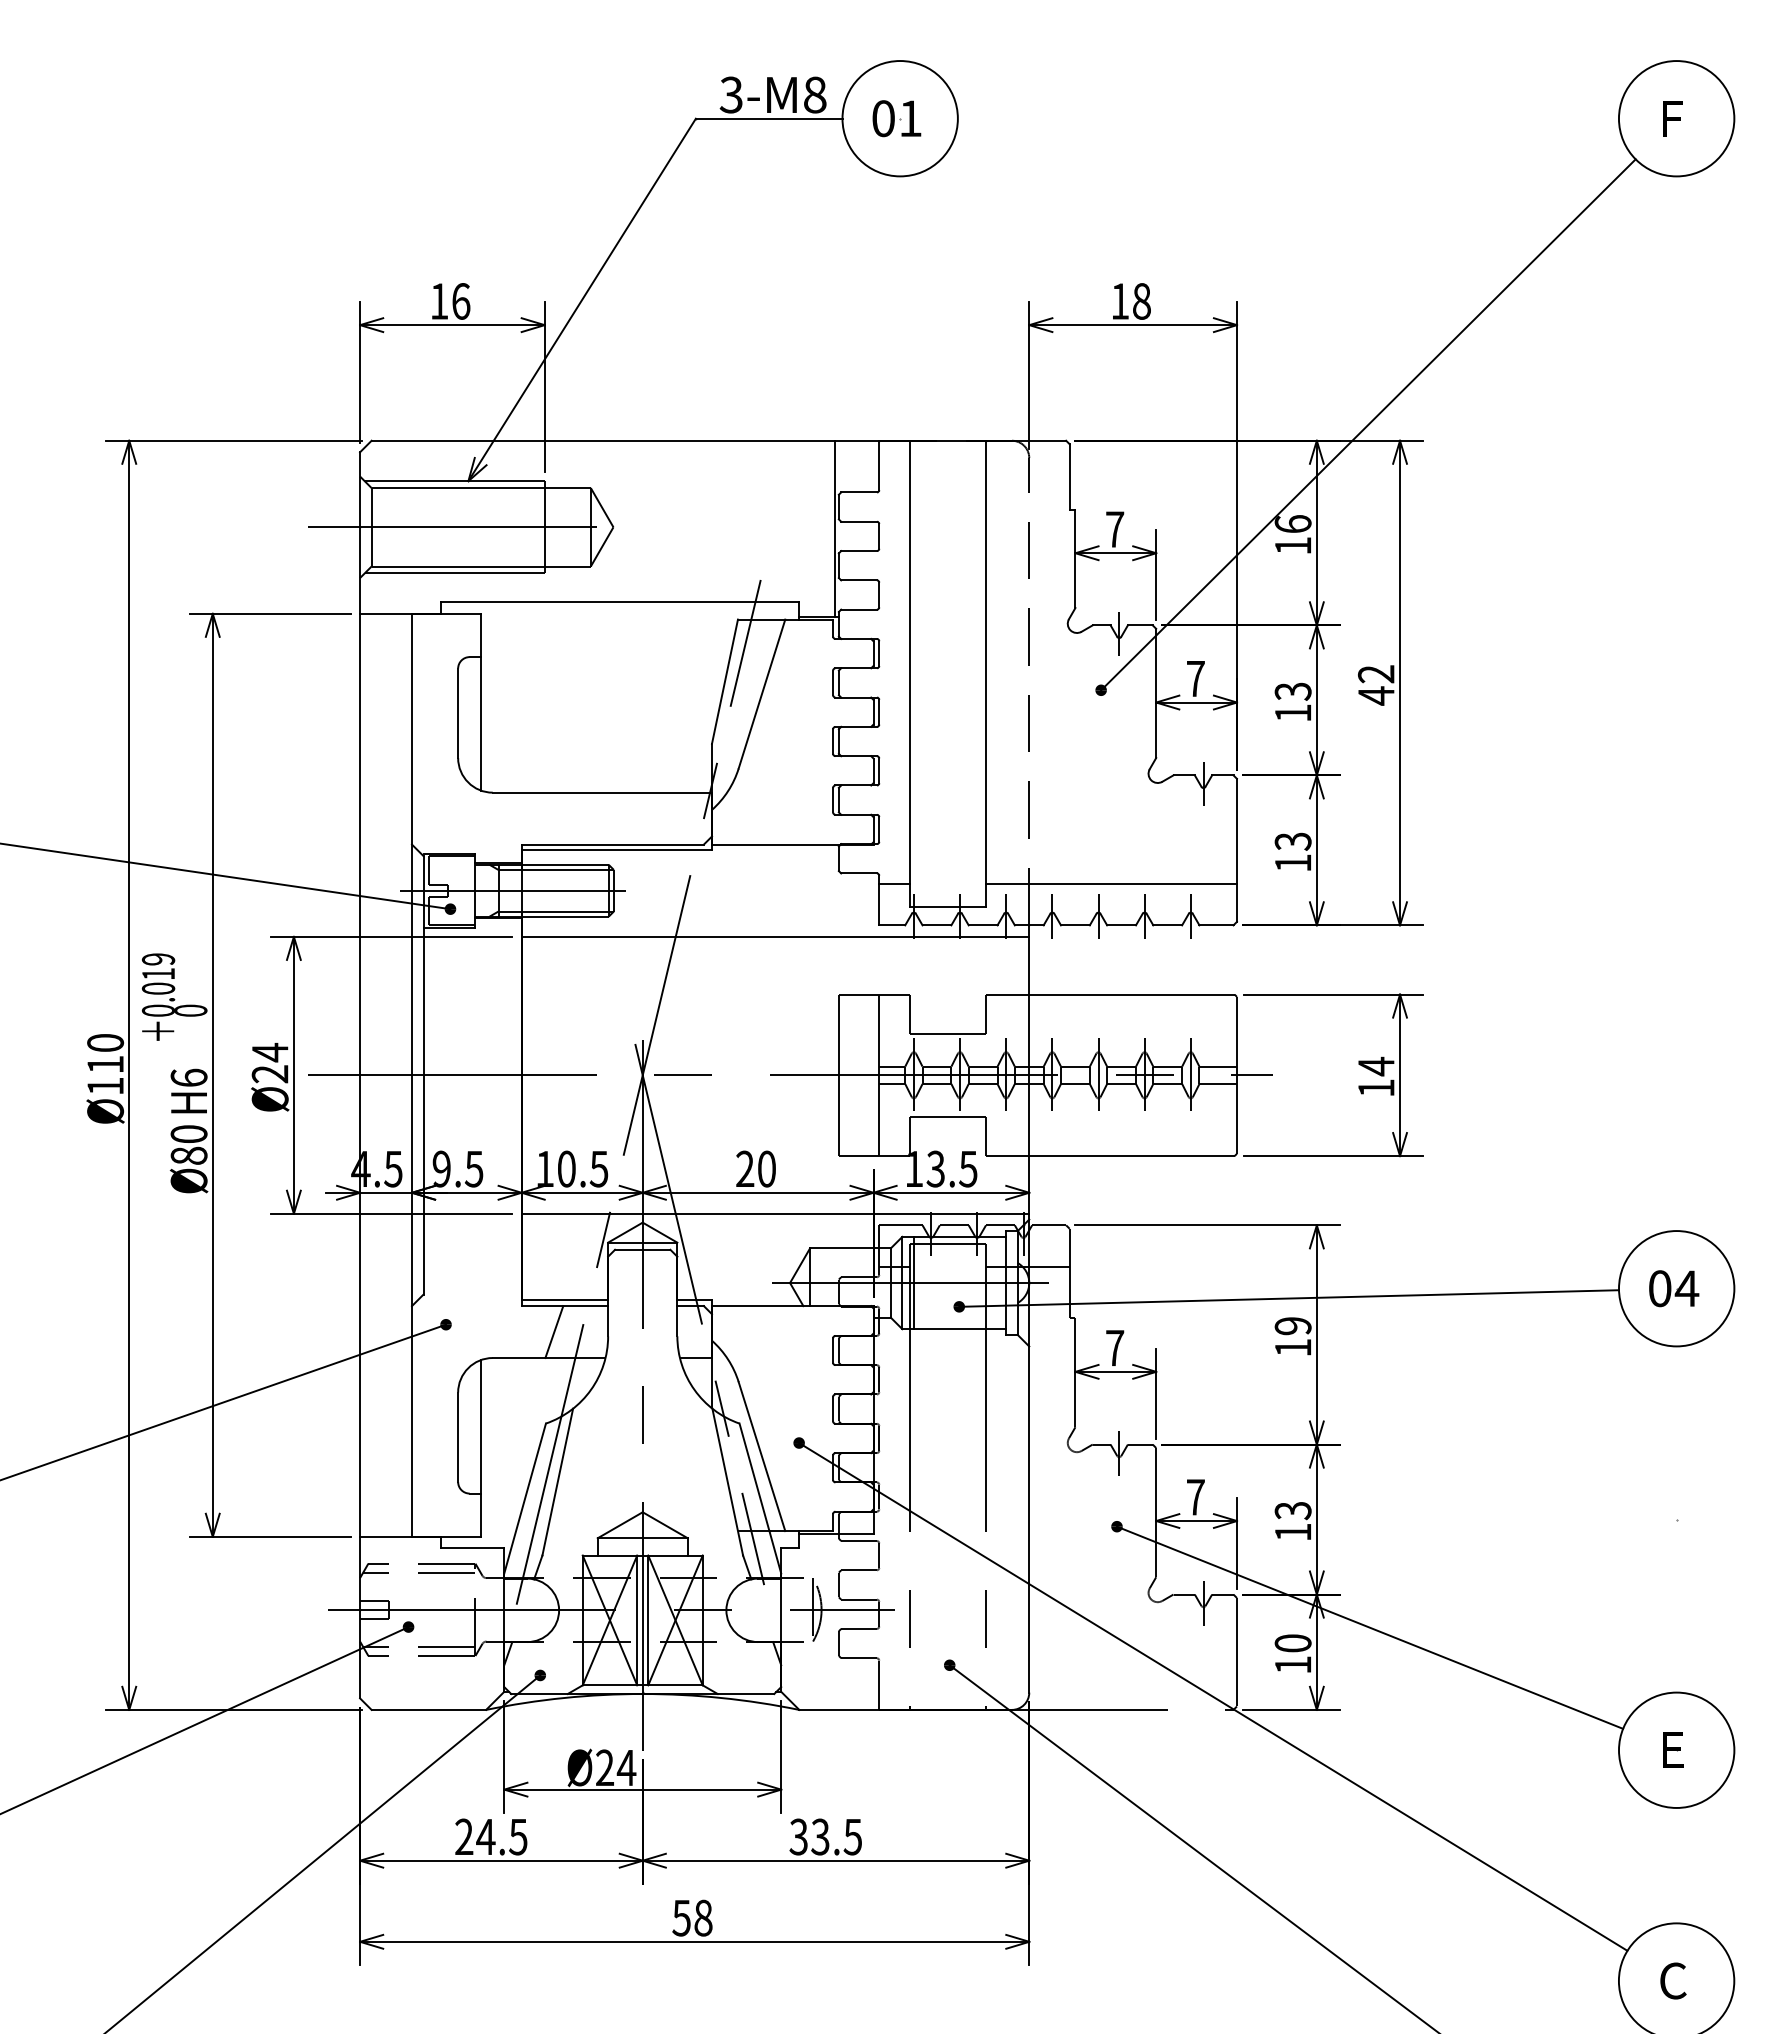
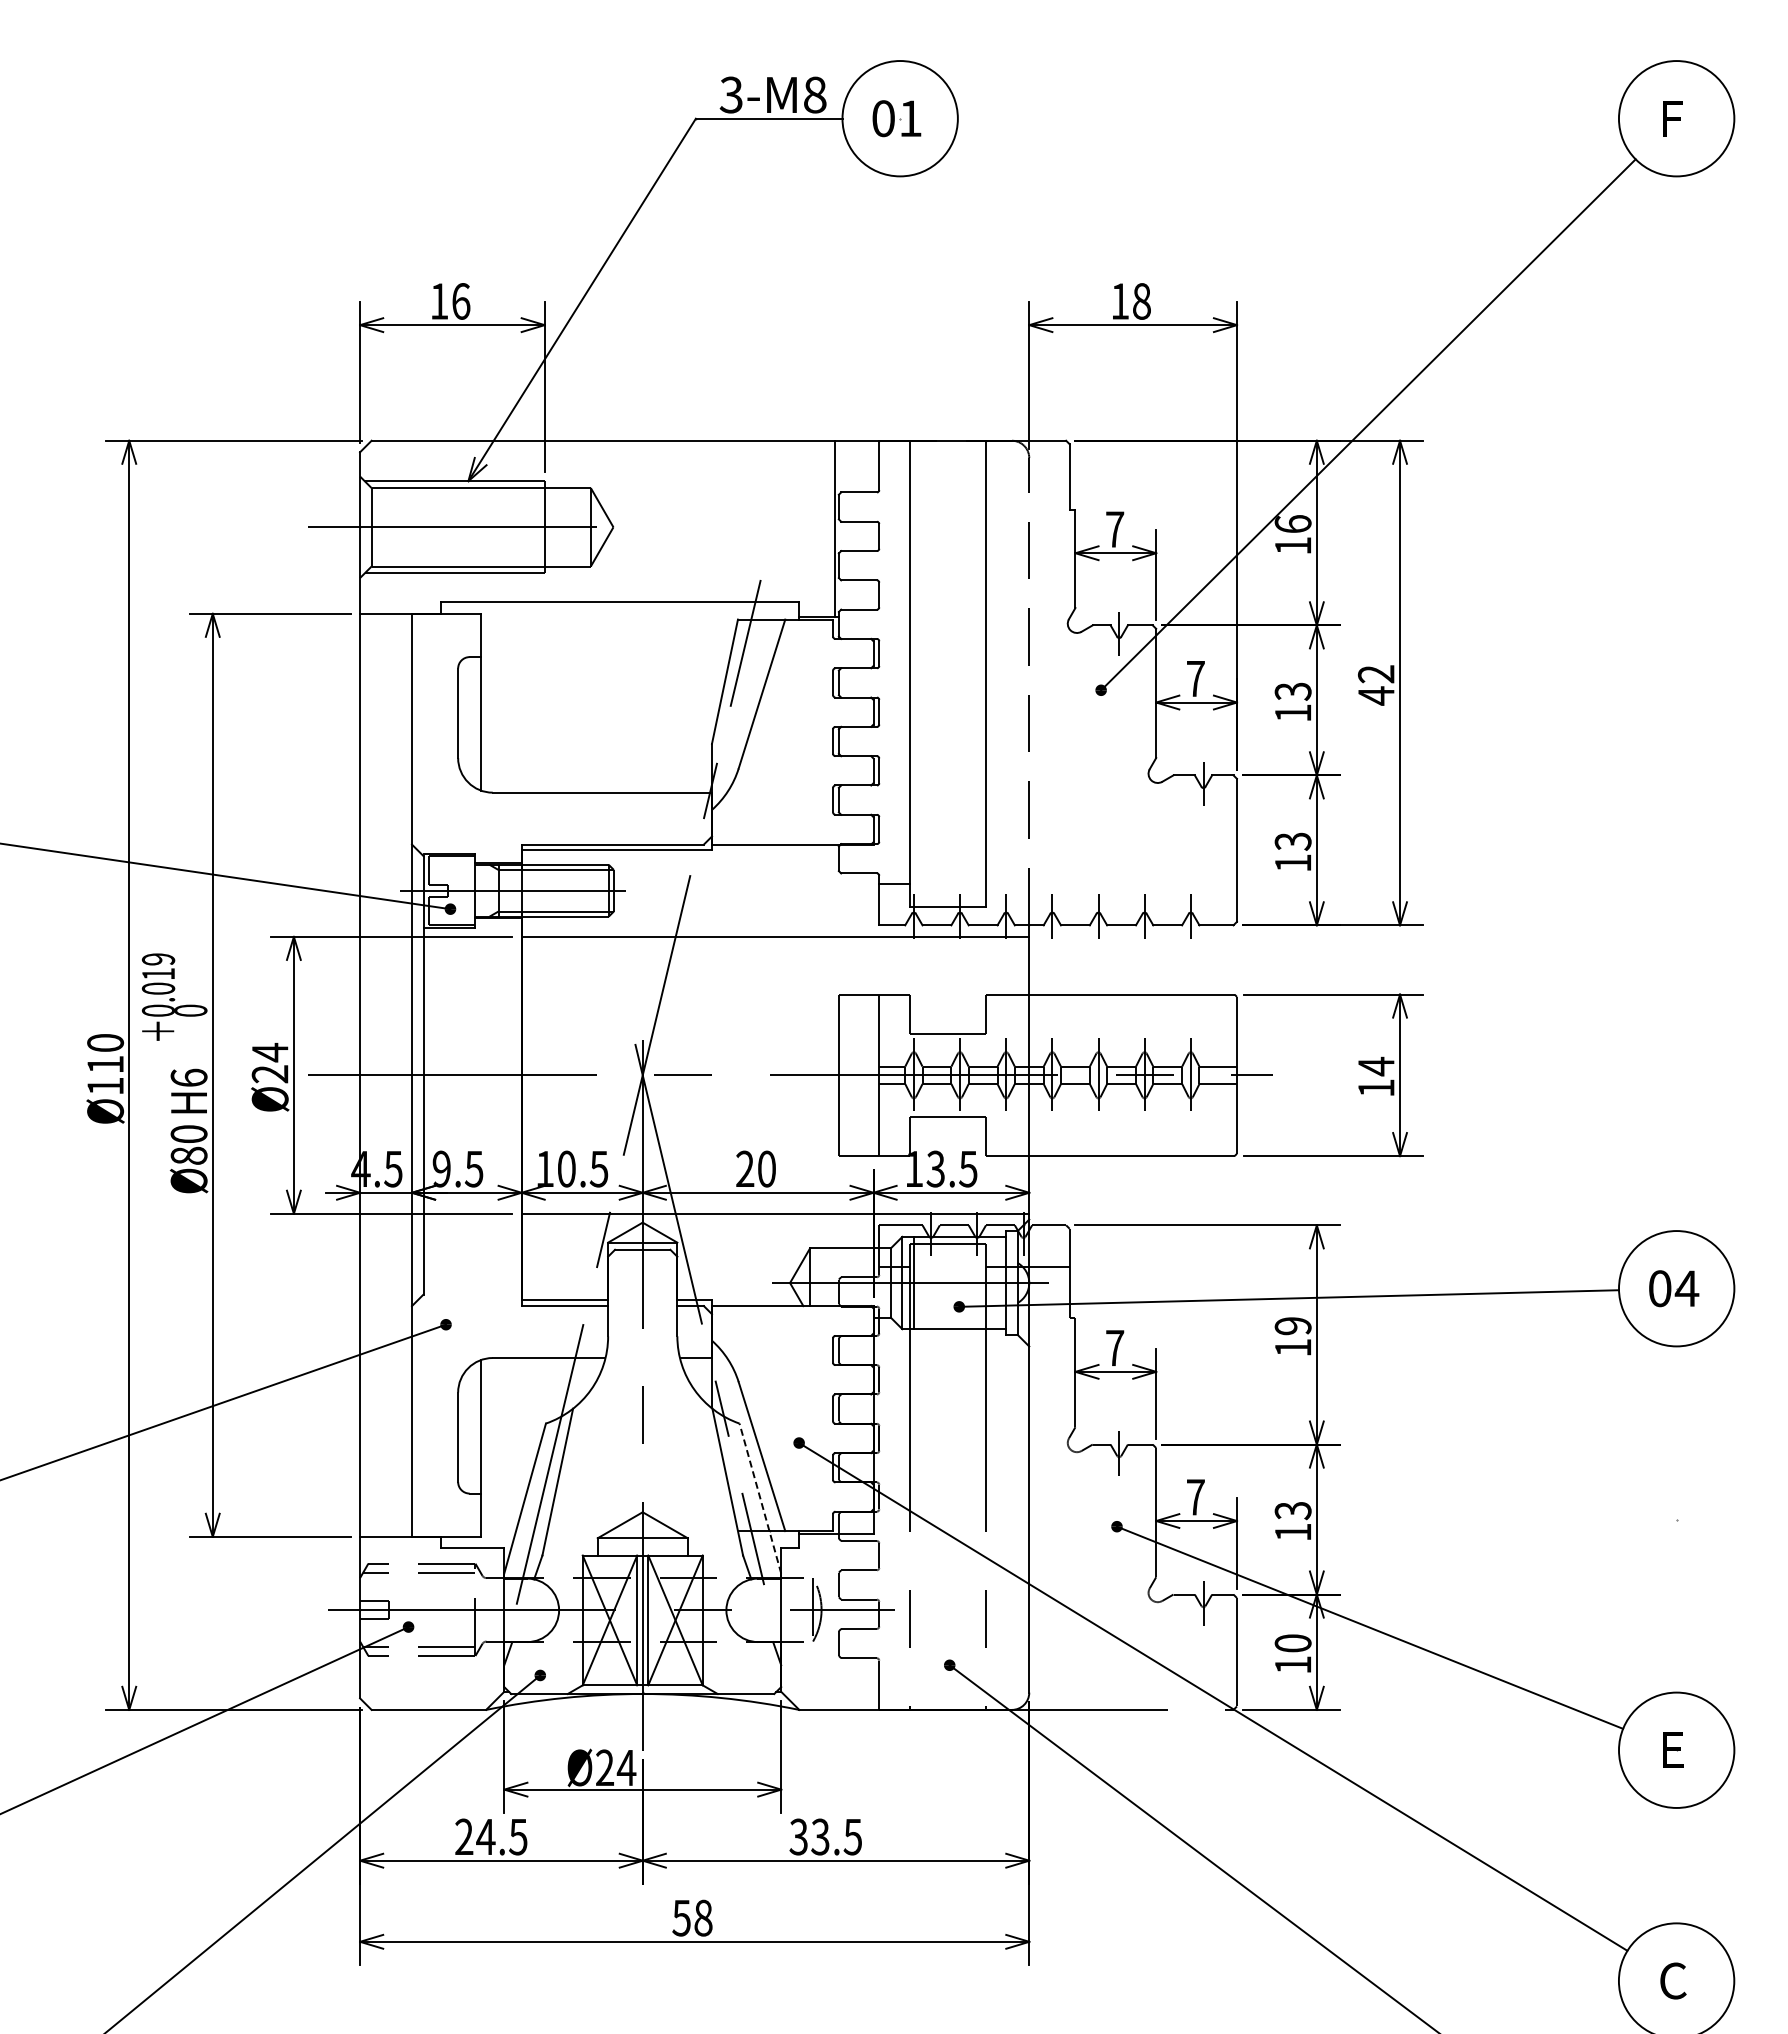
line at (1111, 884): present -> none
line at (554, 1332): present -> none
line at (760, 1498): solid -> dashed
